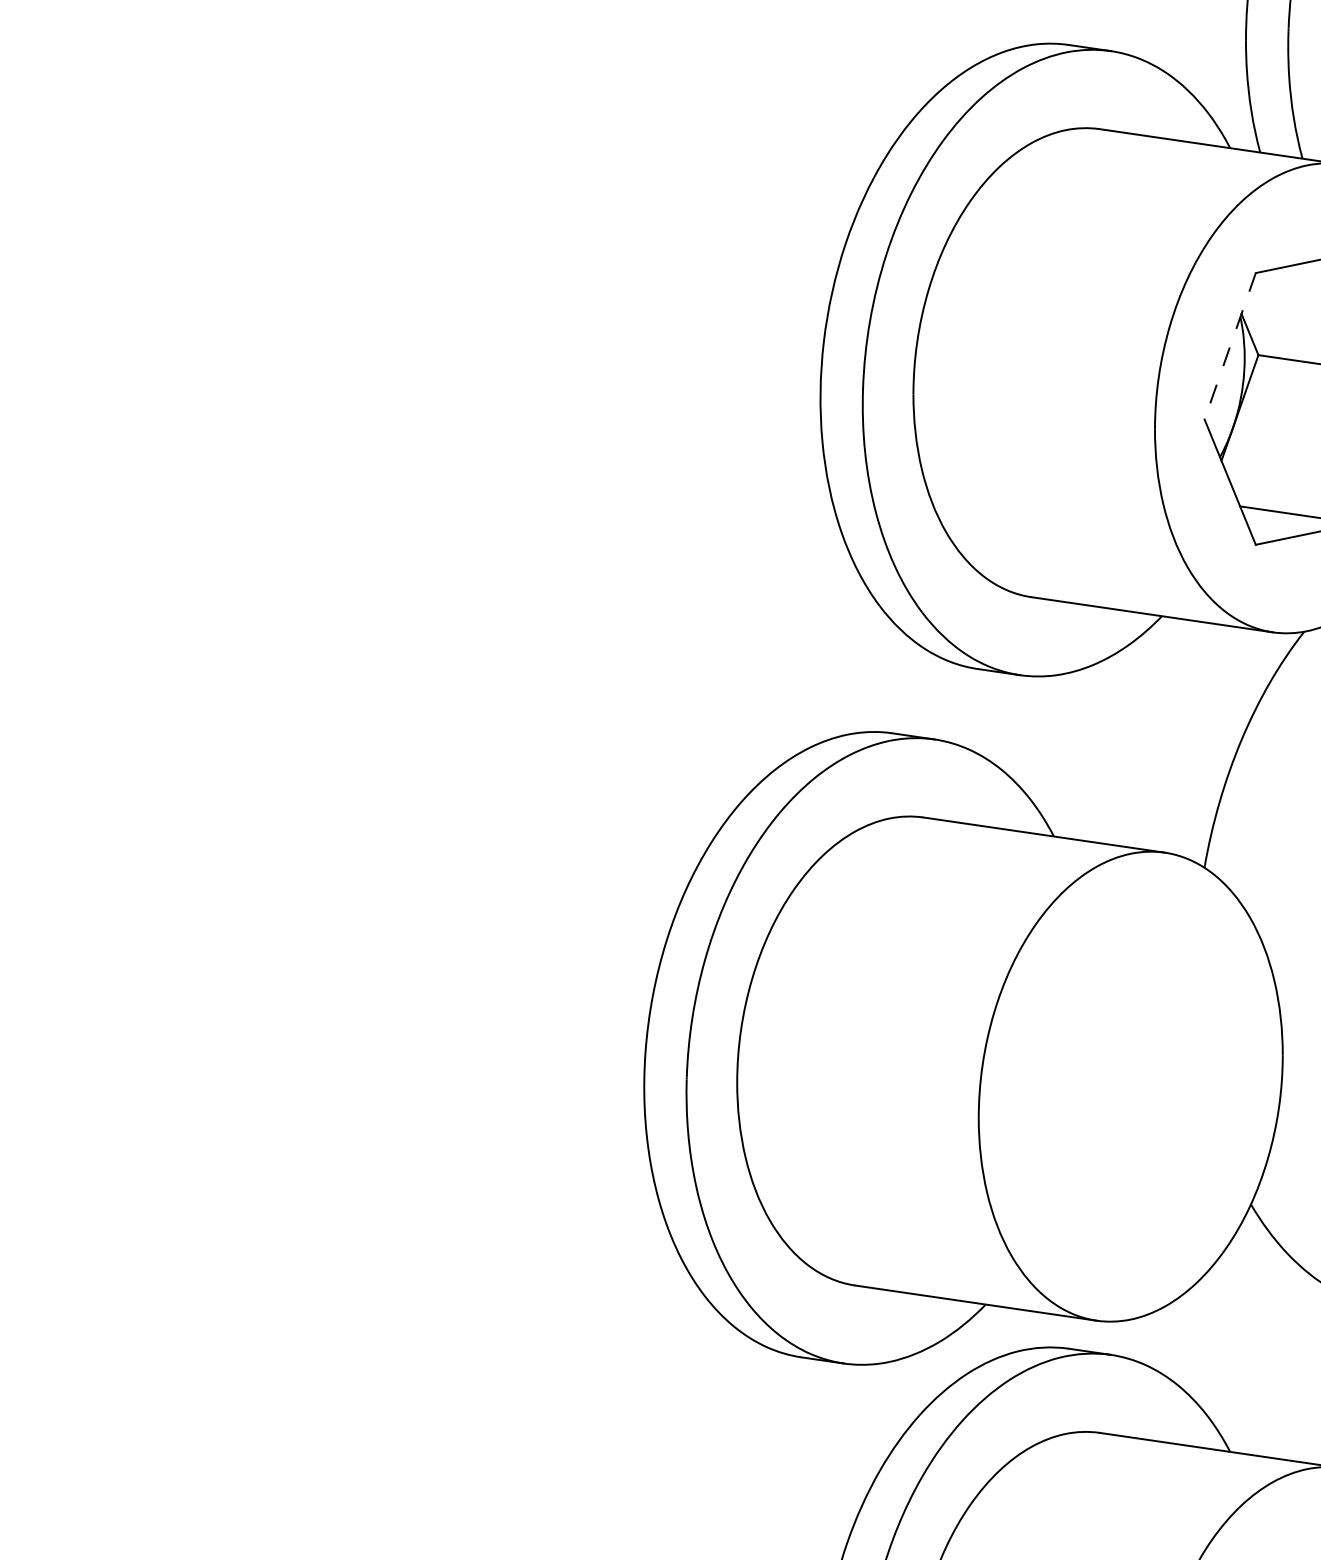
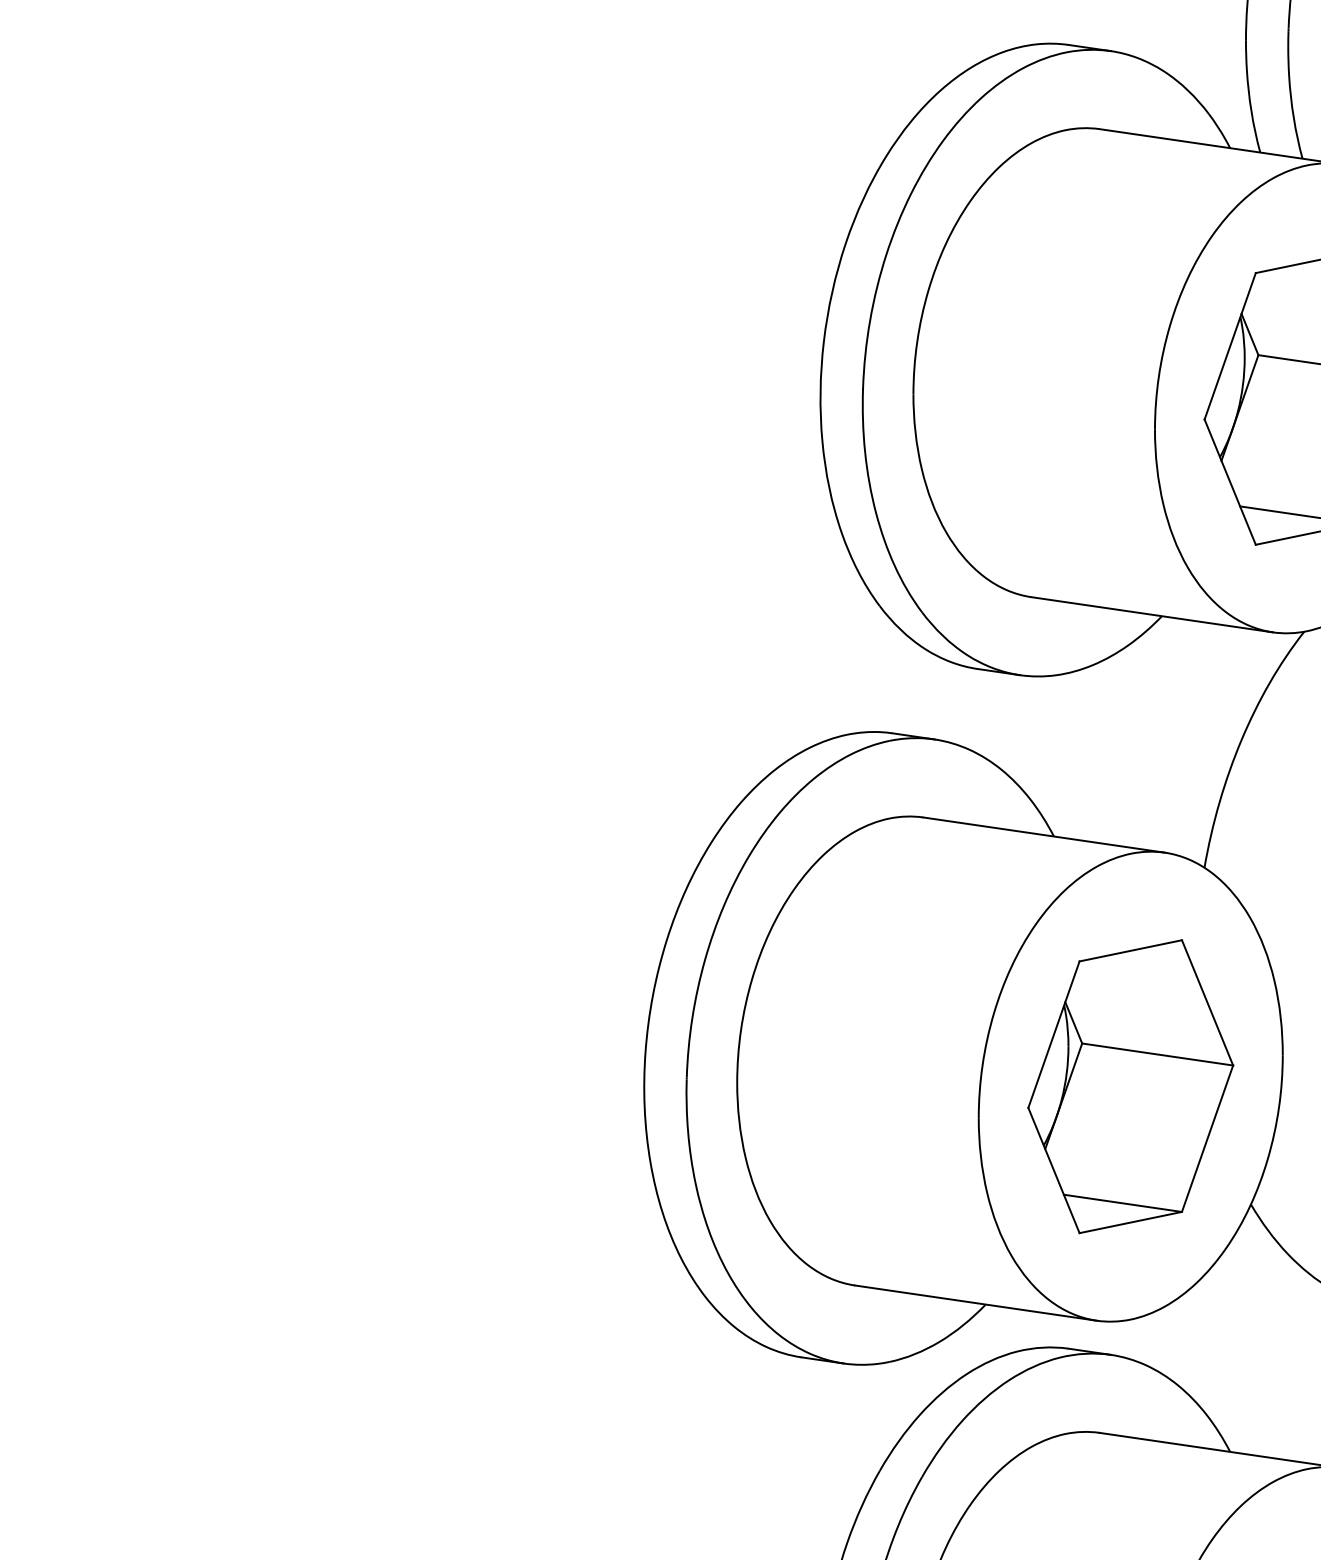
line at (1230, 346): dashed -> solid
part at (1130, 1086): none -> present
